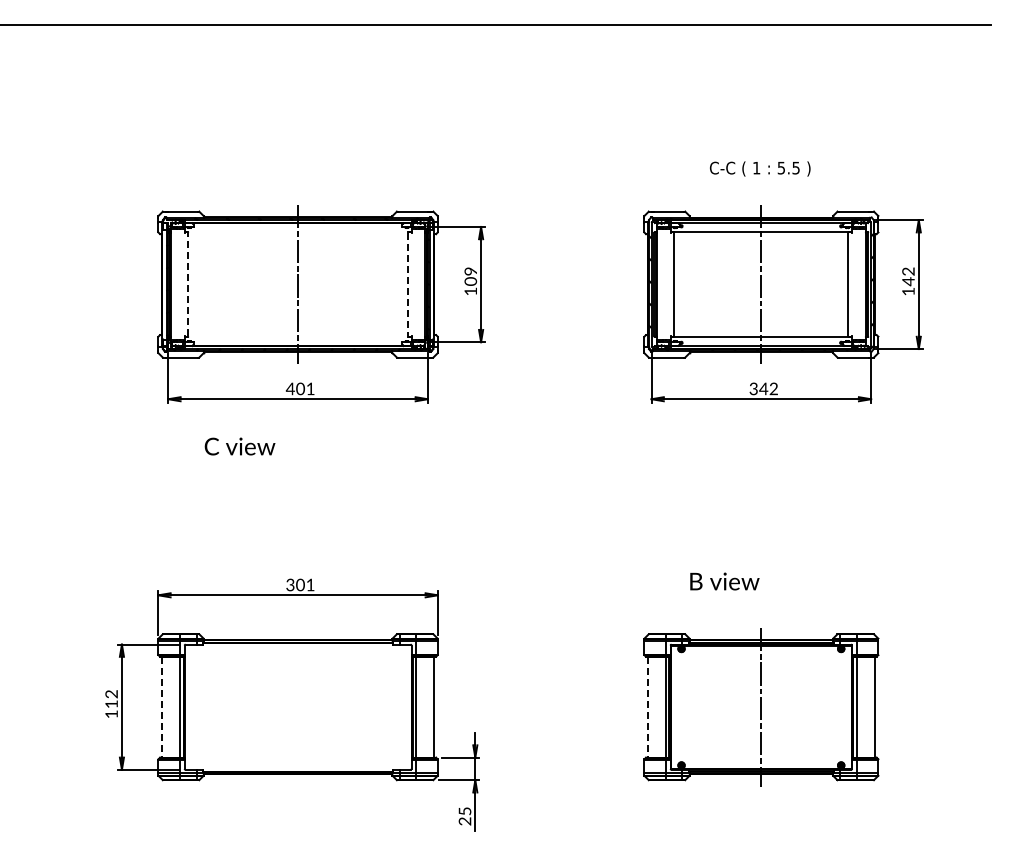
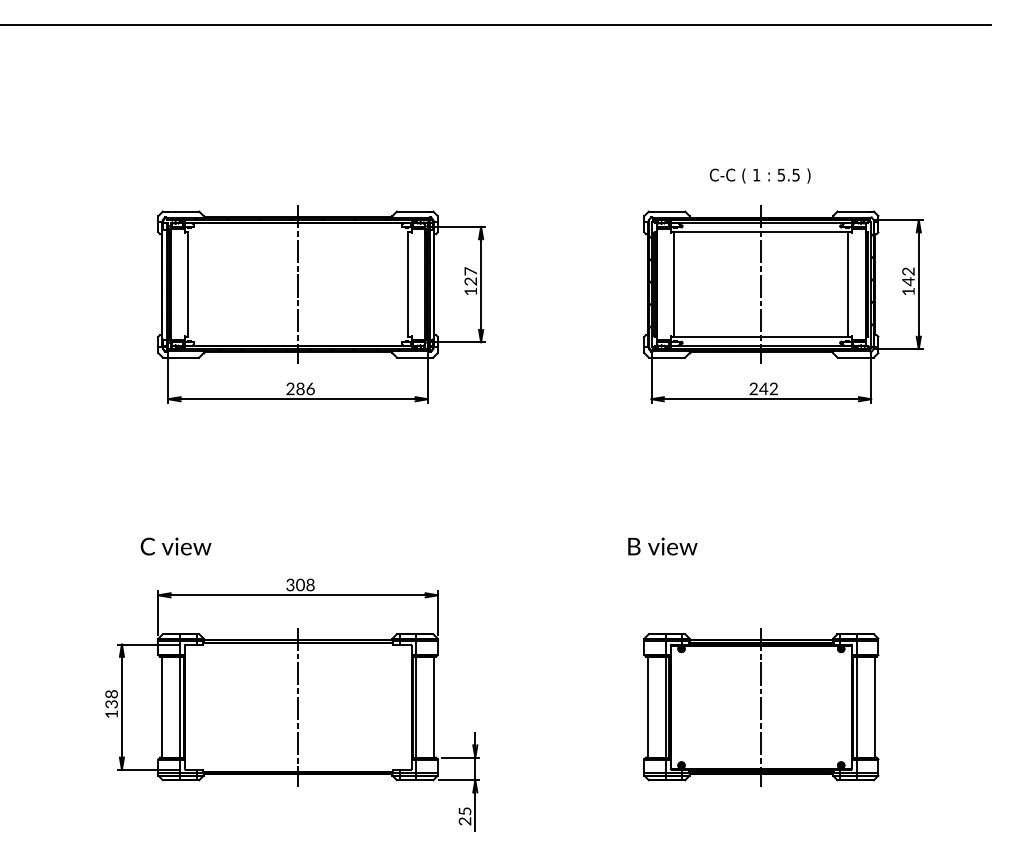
text at (760, 168) position: (760, 168) -> (760, 175)
text at (470, 276): 109 -> 127
line at (188, 284): dashed -> solid
line at (407, 284): dashed -> solid
text at (299, 388): 401 -> 286
text at (753, 390): 342 -> 242
text at (239, 446) position: (239, 446) -> (175, 546)
text at (724, 581) position: (724, 581) -> (662, 546)
text at (310, 584): 301 -> 308
text at (111, 699): 112 -> 138
line at (298, 706): none -> present
line at (162, 707): dashed -> solid
line at (647, 707): dashed -> solid
